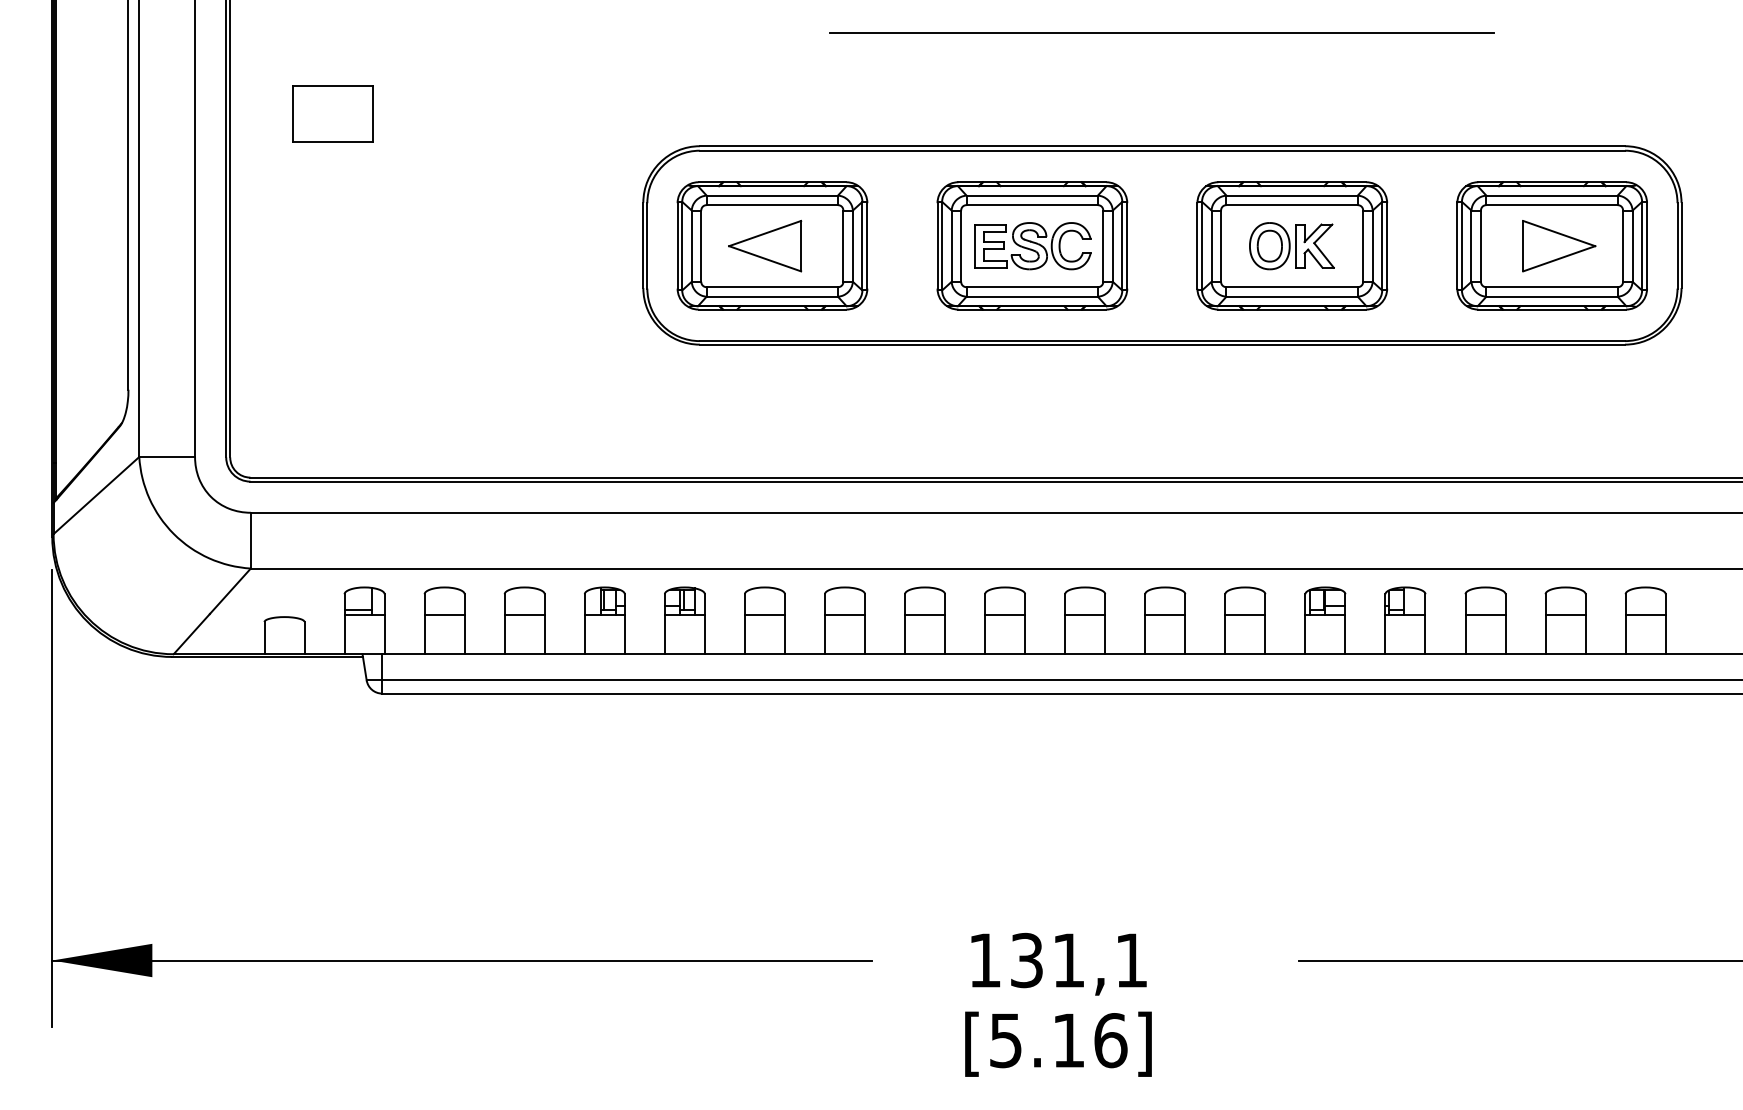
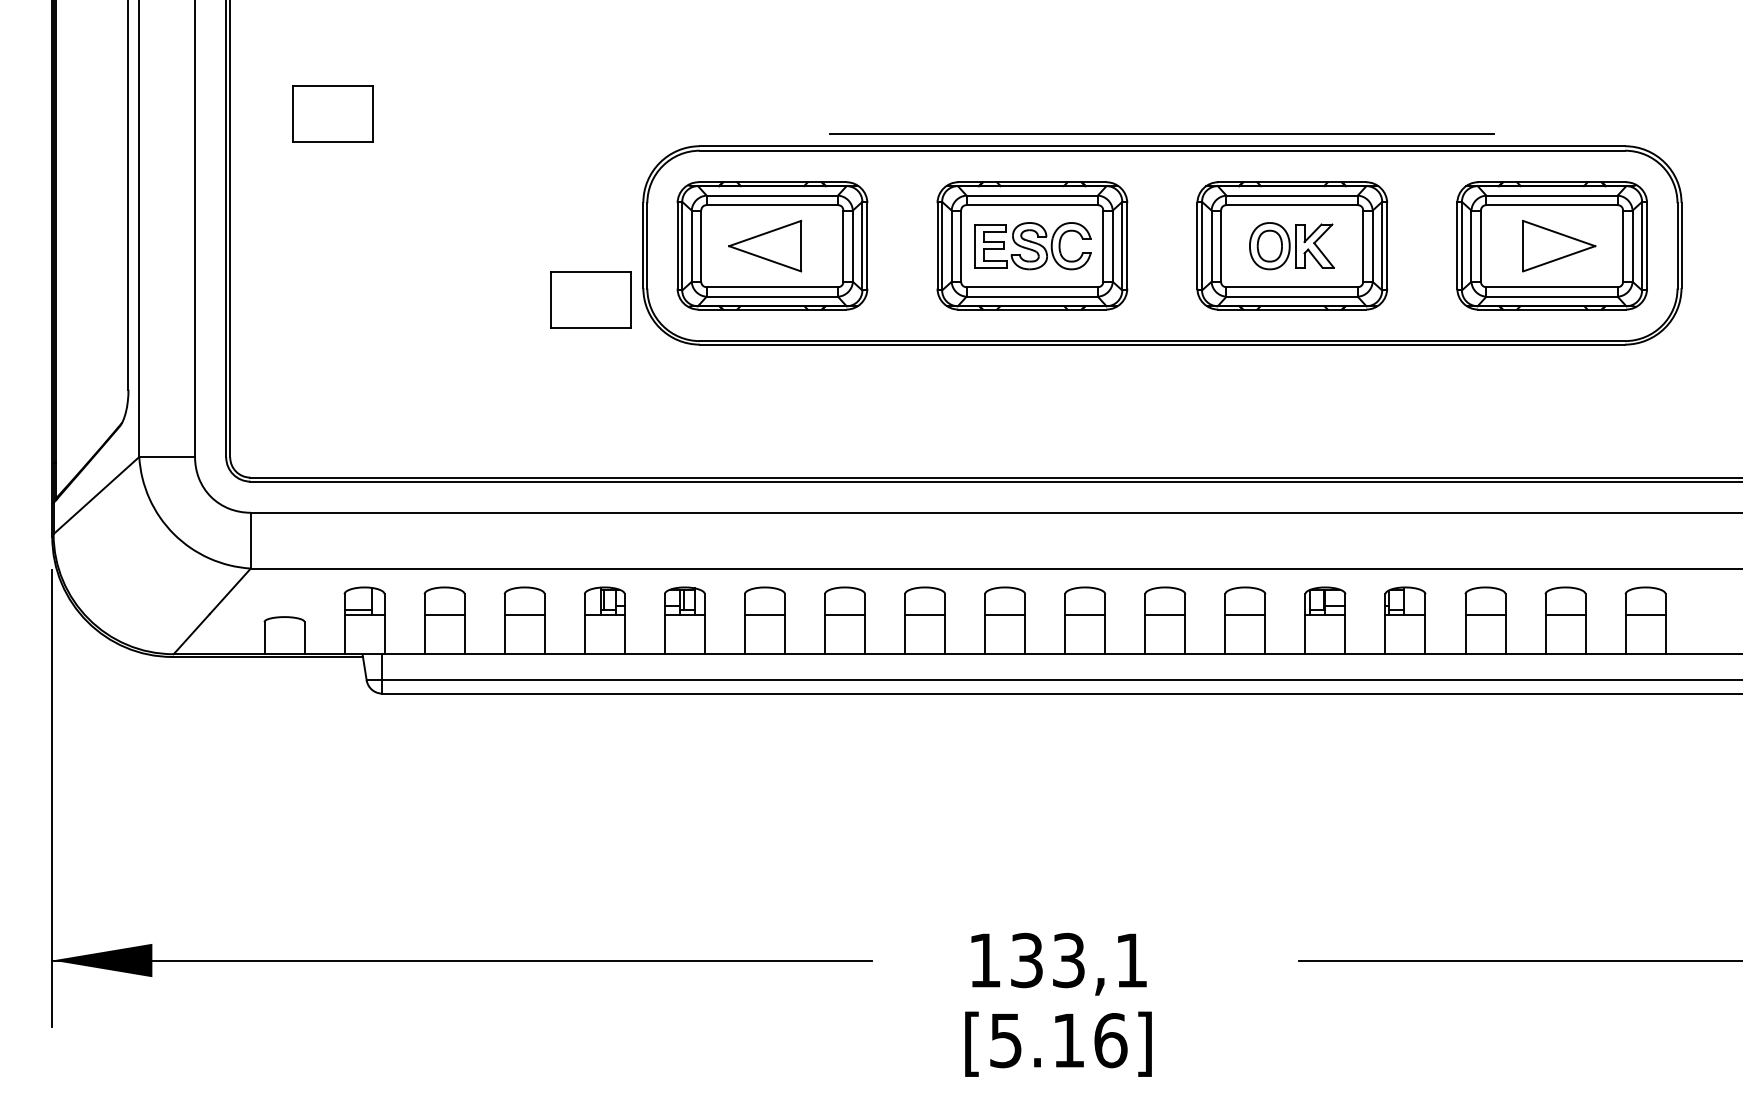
line at (1161, 32) position: (1161, 32) -> (1161, 133)
part at (590, 299): none -> present
text at (1068, 960): 131,1 -> 133,1
